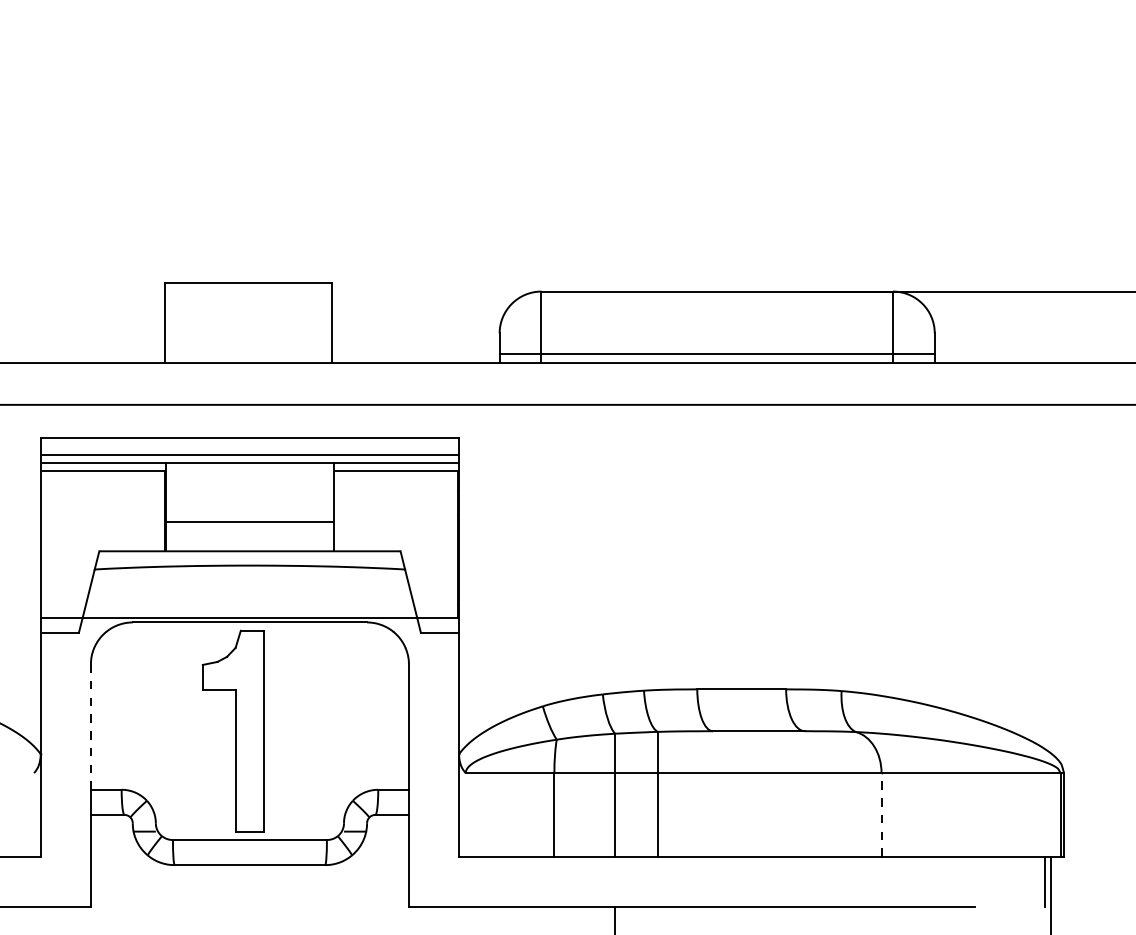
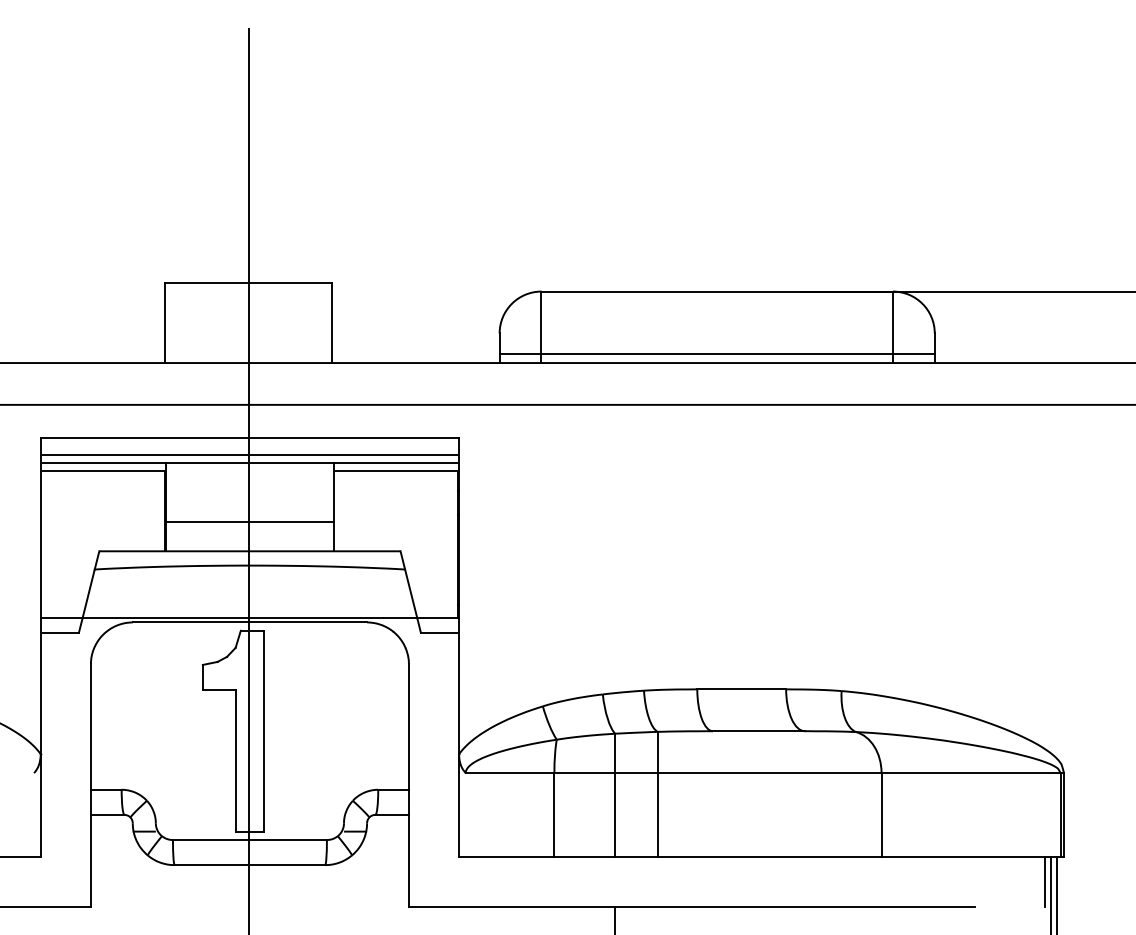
line at (248, 479): none -> present
line at (90, 727): dashed -> solid
line at (881, 814): dashed -> solid
line at (1056, 893): none -> present
